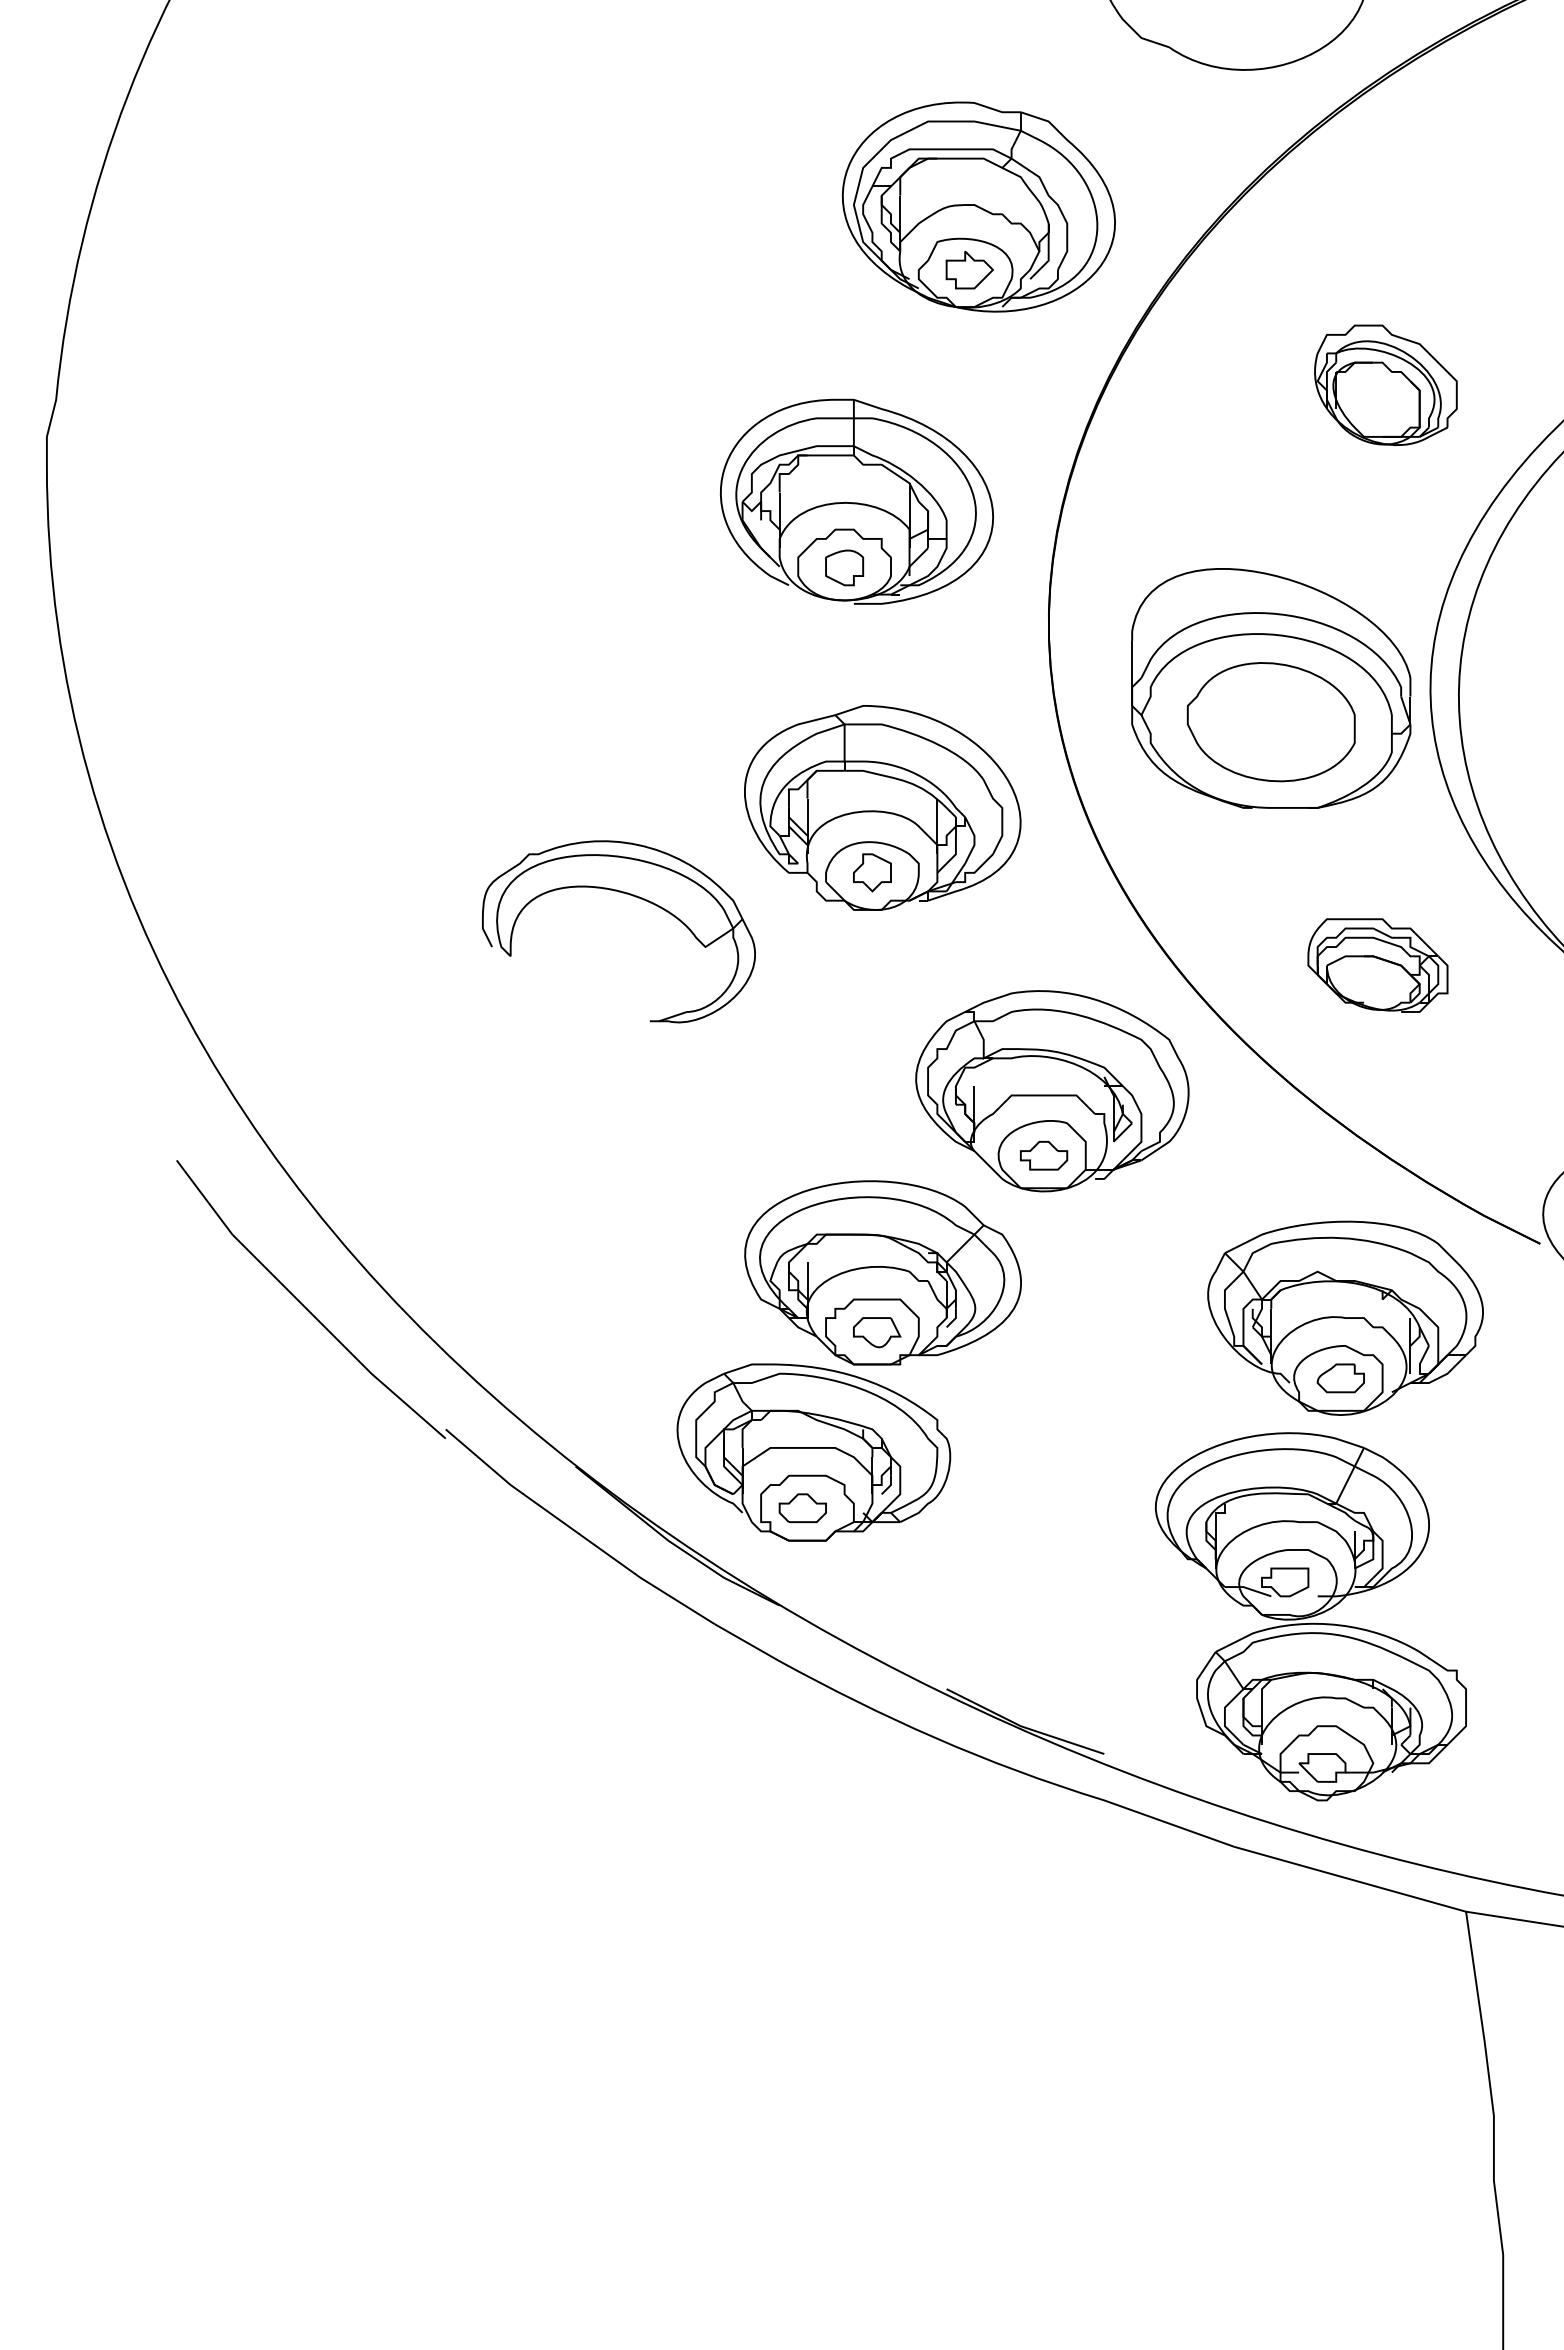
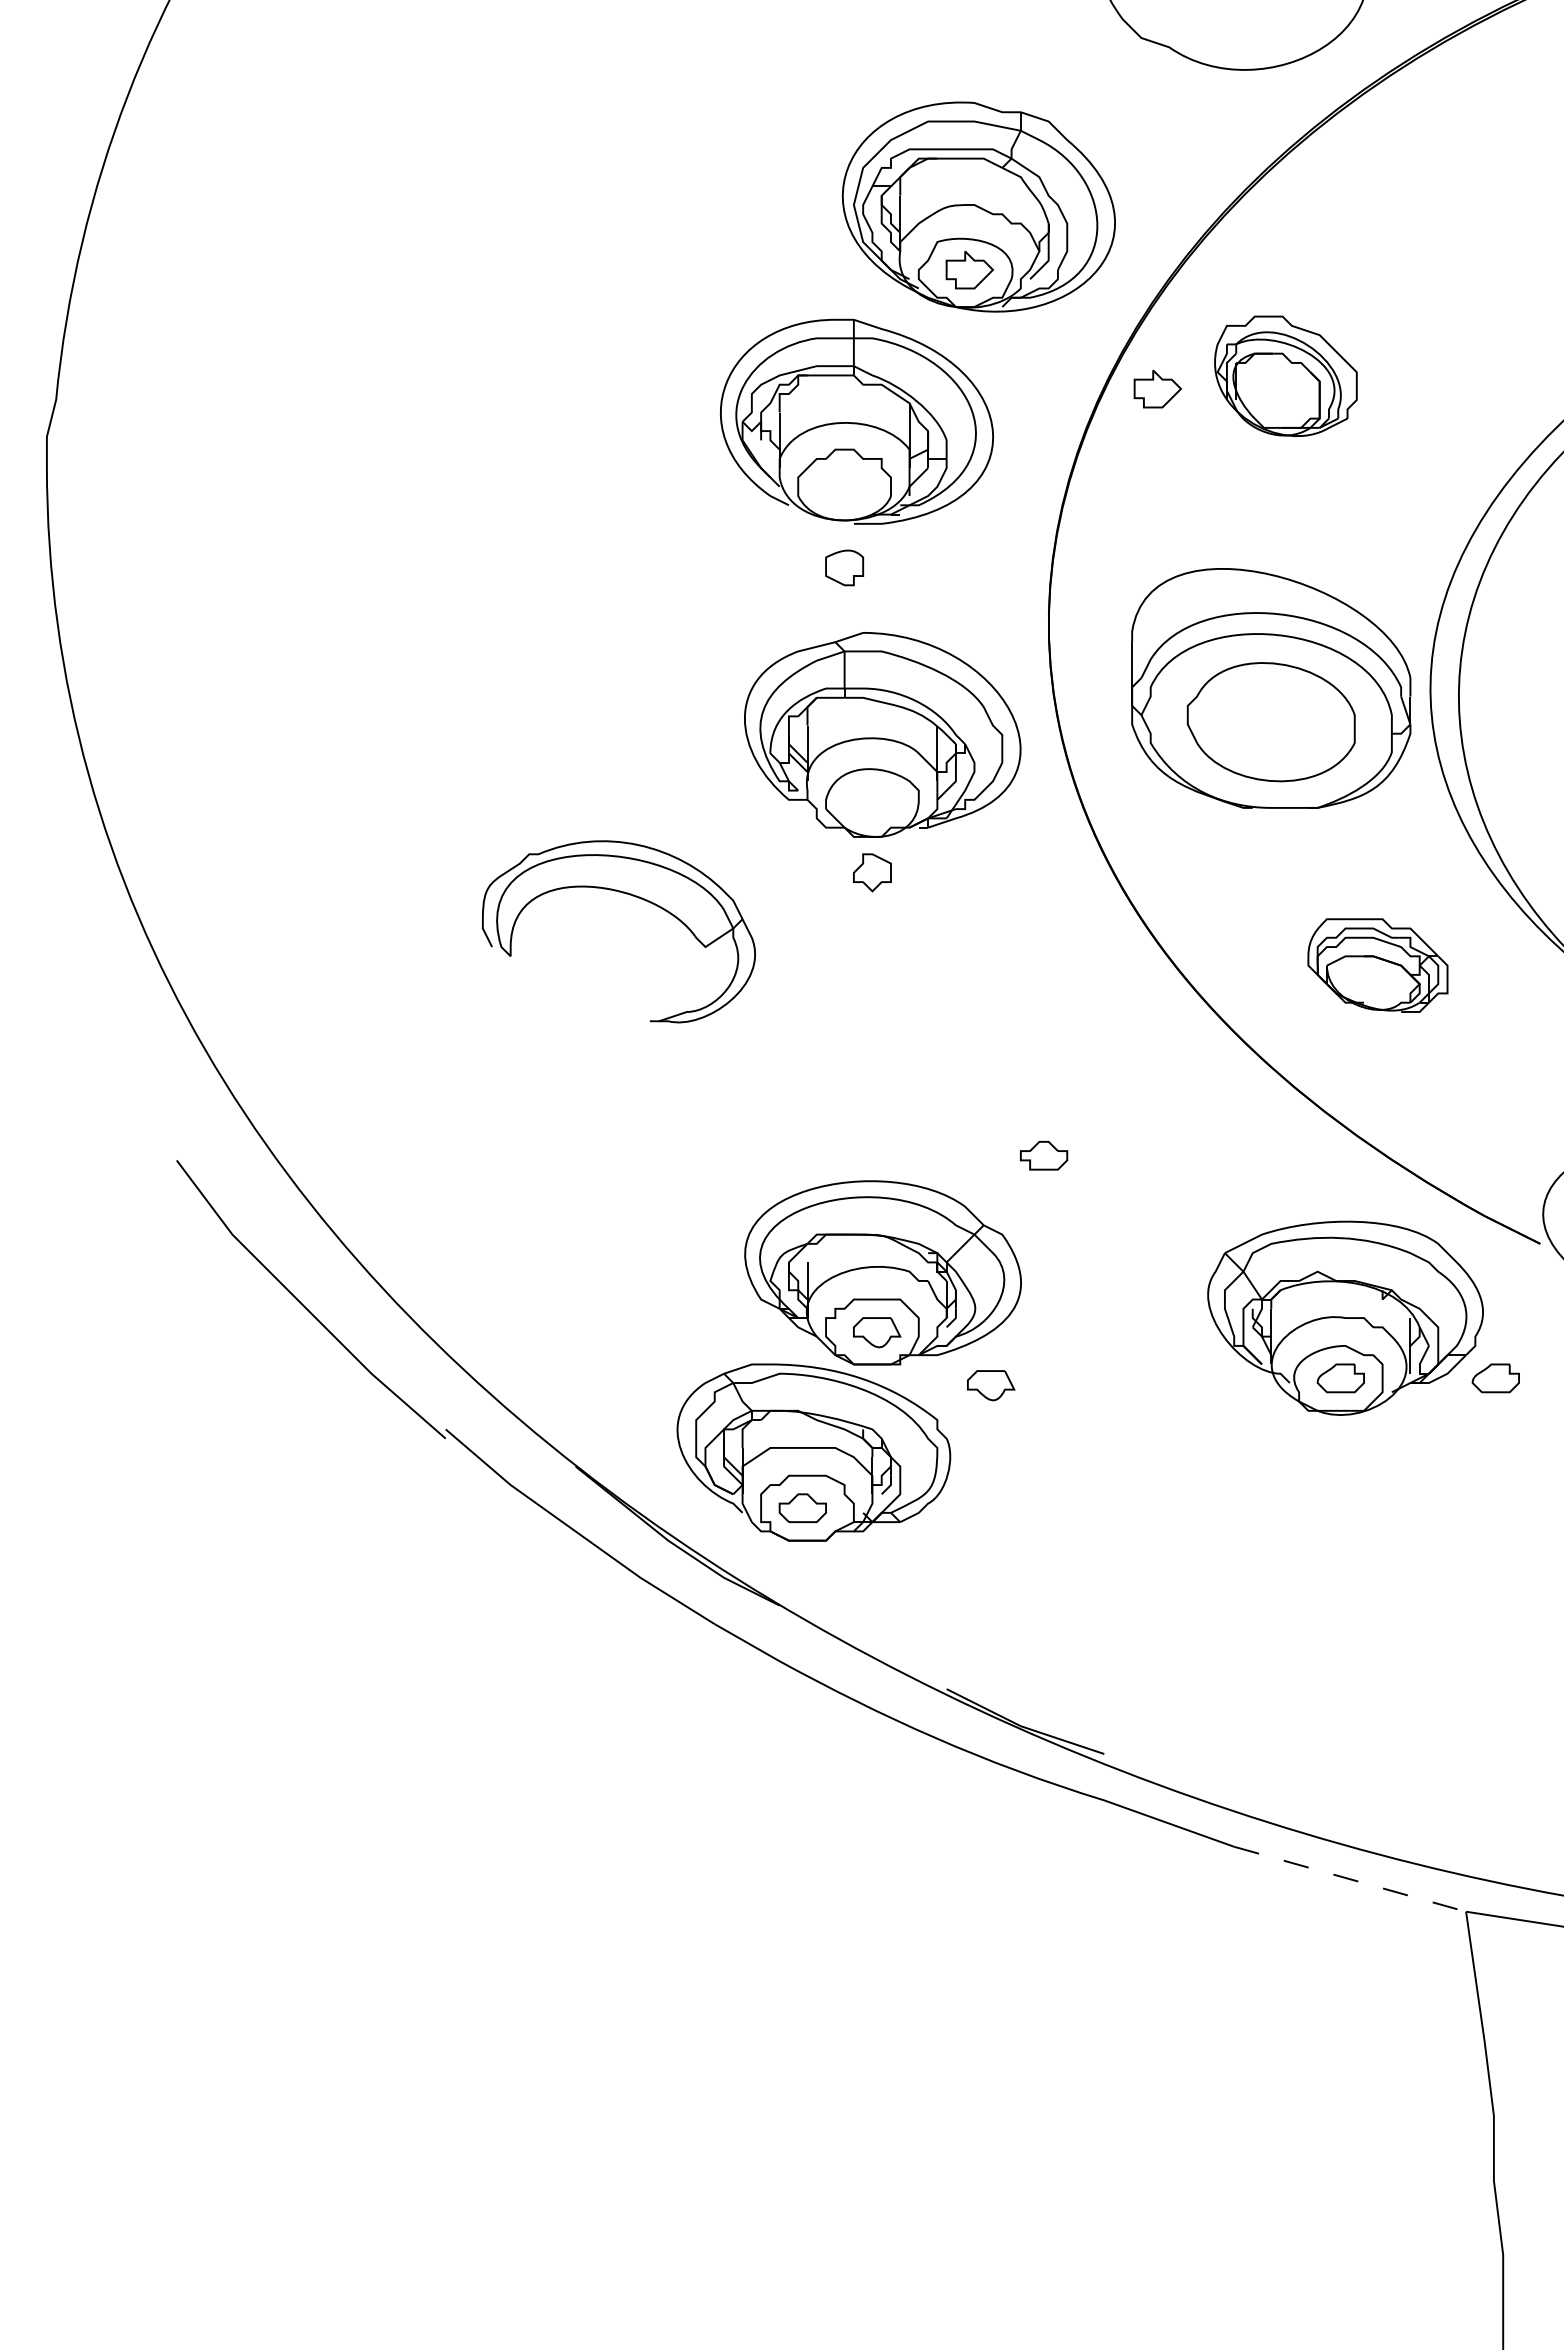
part at (1385, 384) position: (1385, 384) -> (1285, 375)
part at (1157, 388): none -> present
part at (856, 501) position: (856, 501) -> (856, 421)
part at (882, 807) position: (882, 807) -> (882, 734)
part at (1052, 1091): present -> none
part at (1495, 1378): none -> present
part at (991, 1385): none -> present
part at (1310, 1616): present -> none
line at (1350, 1879): solid -> dashed
